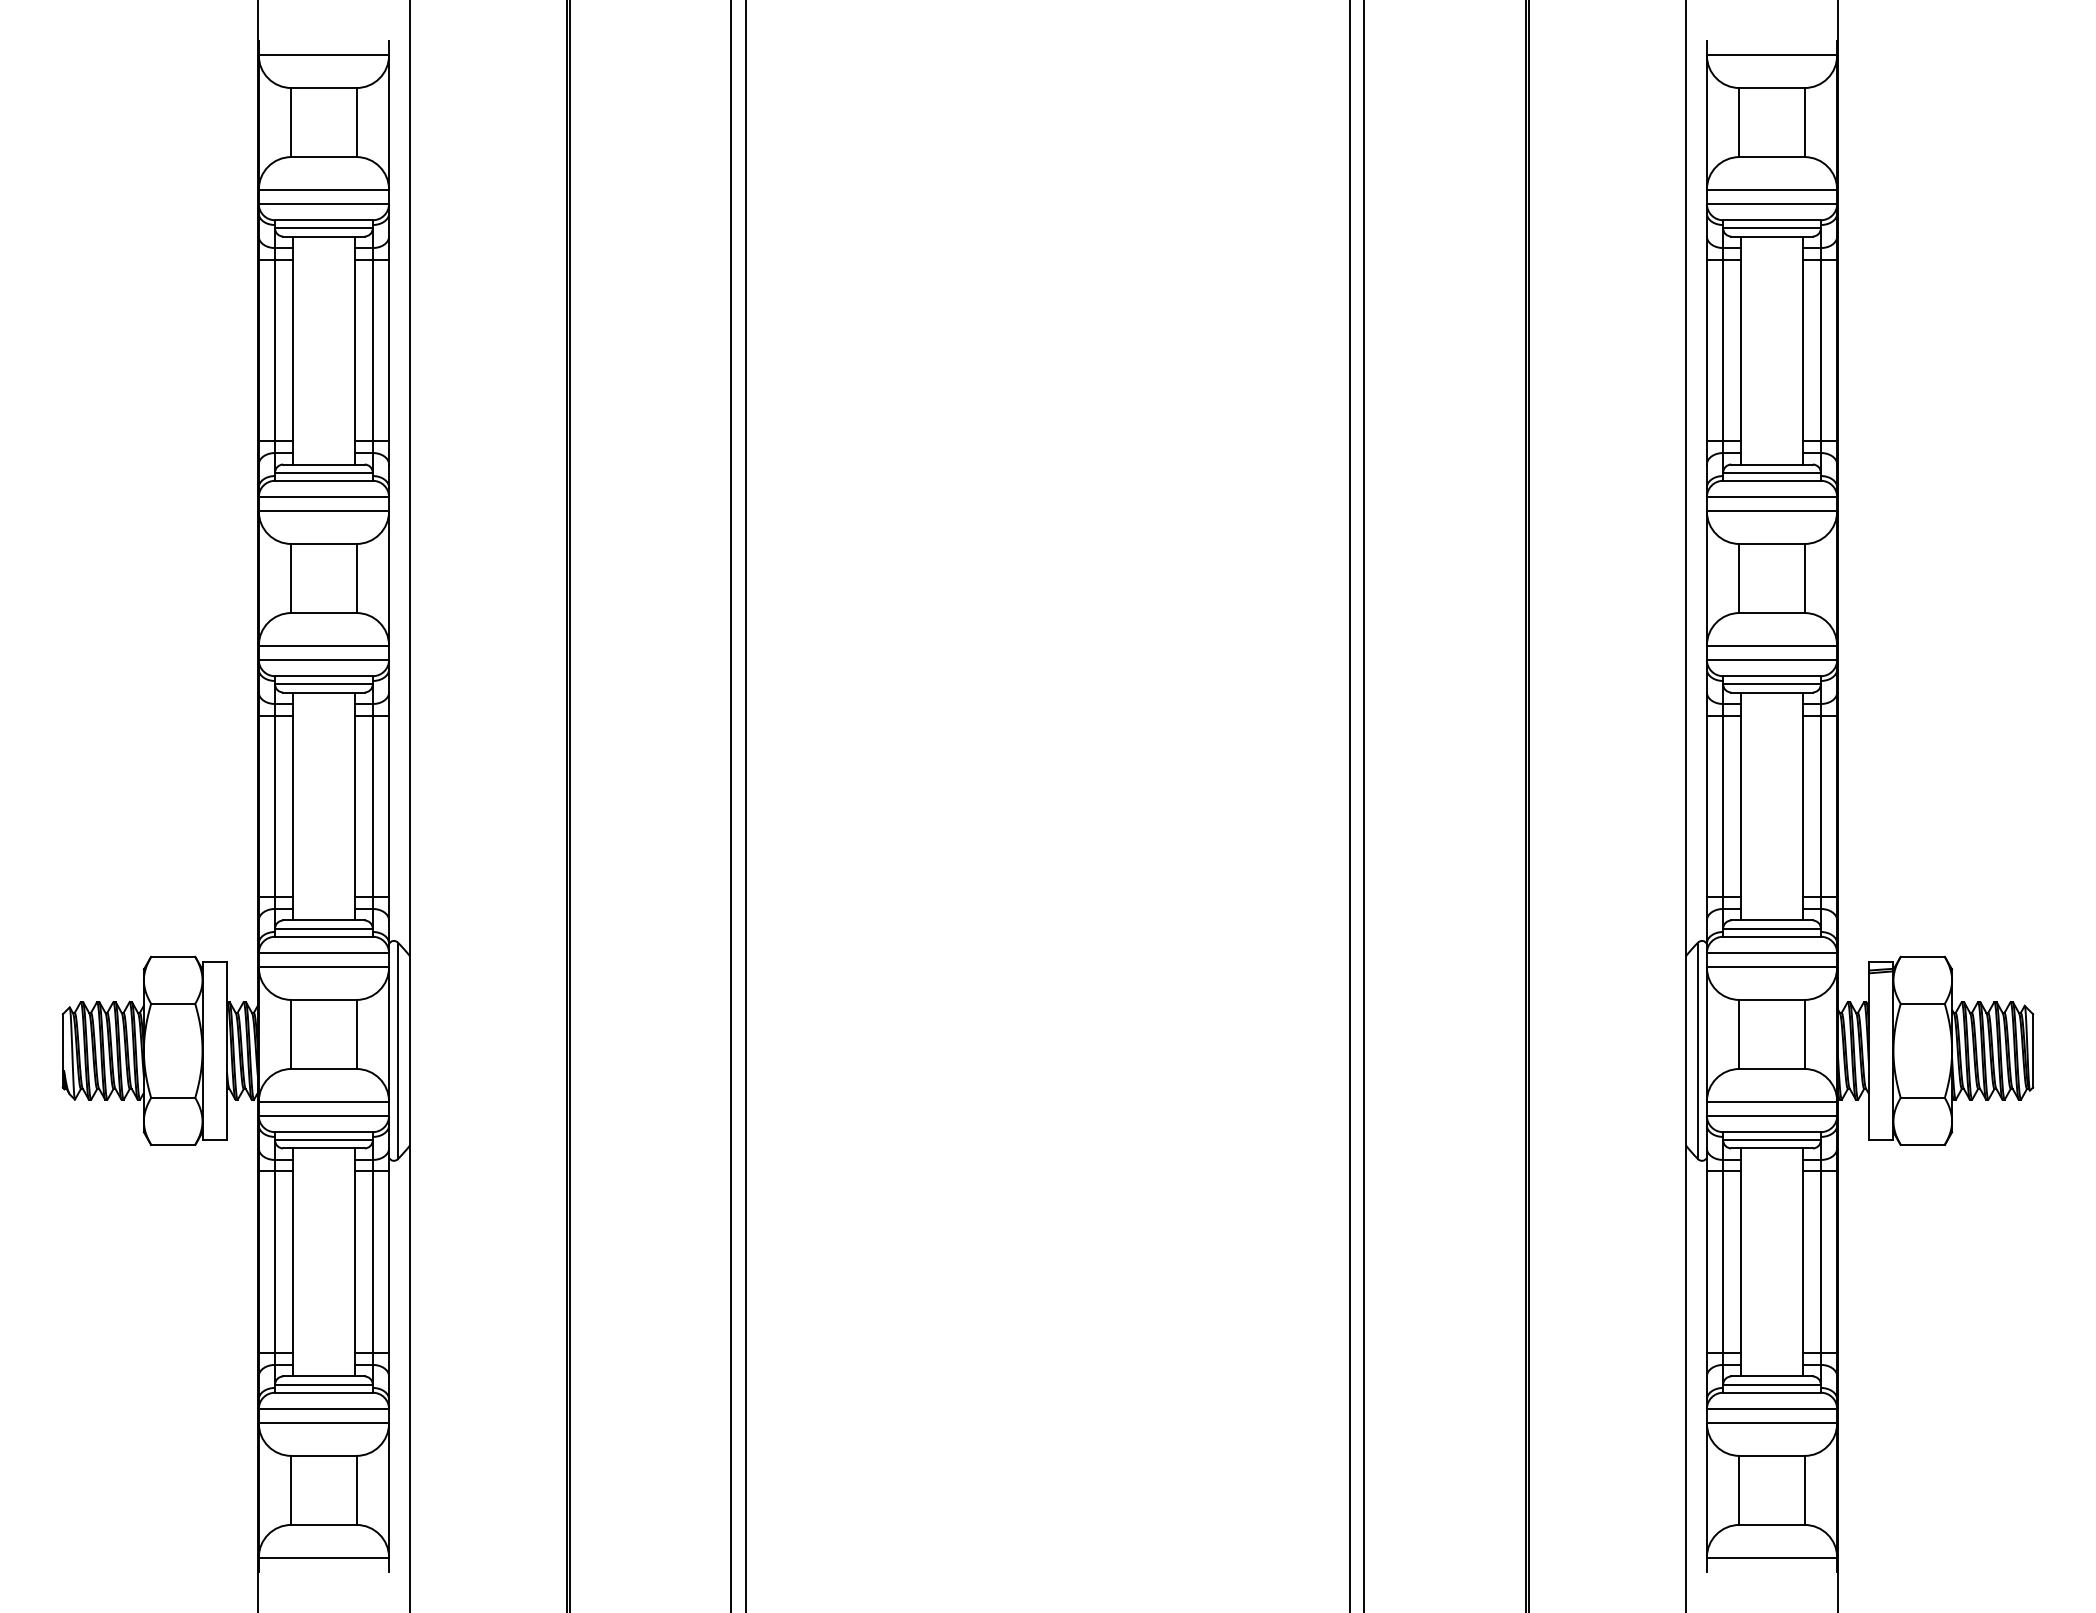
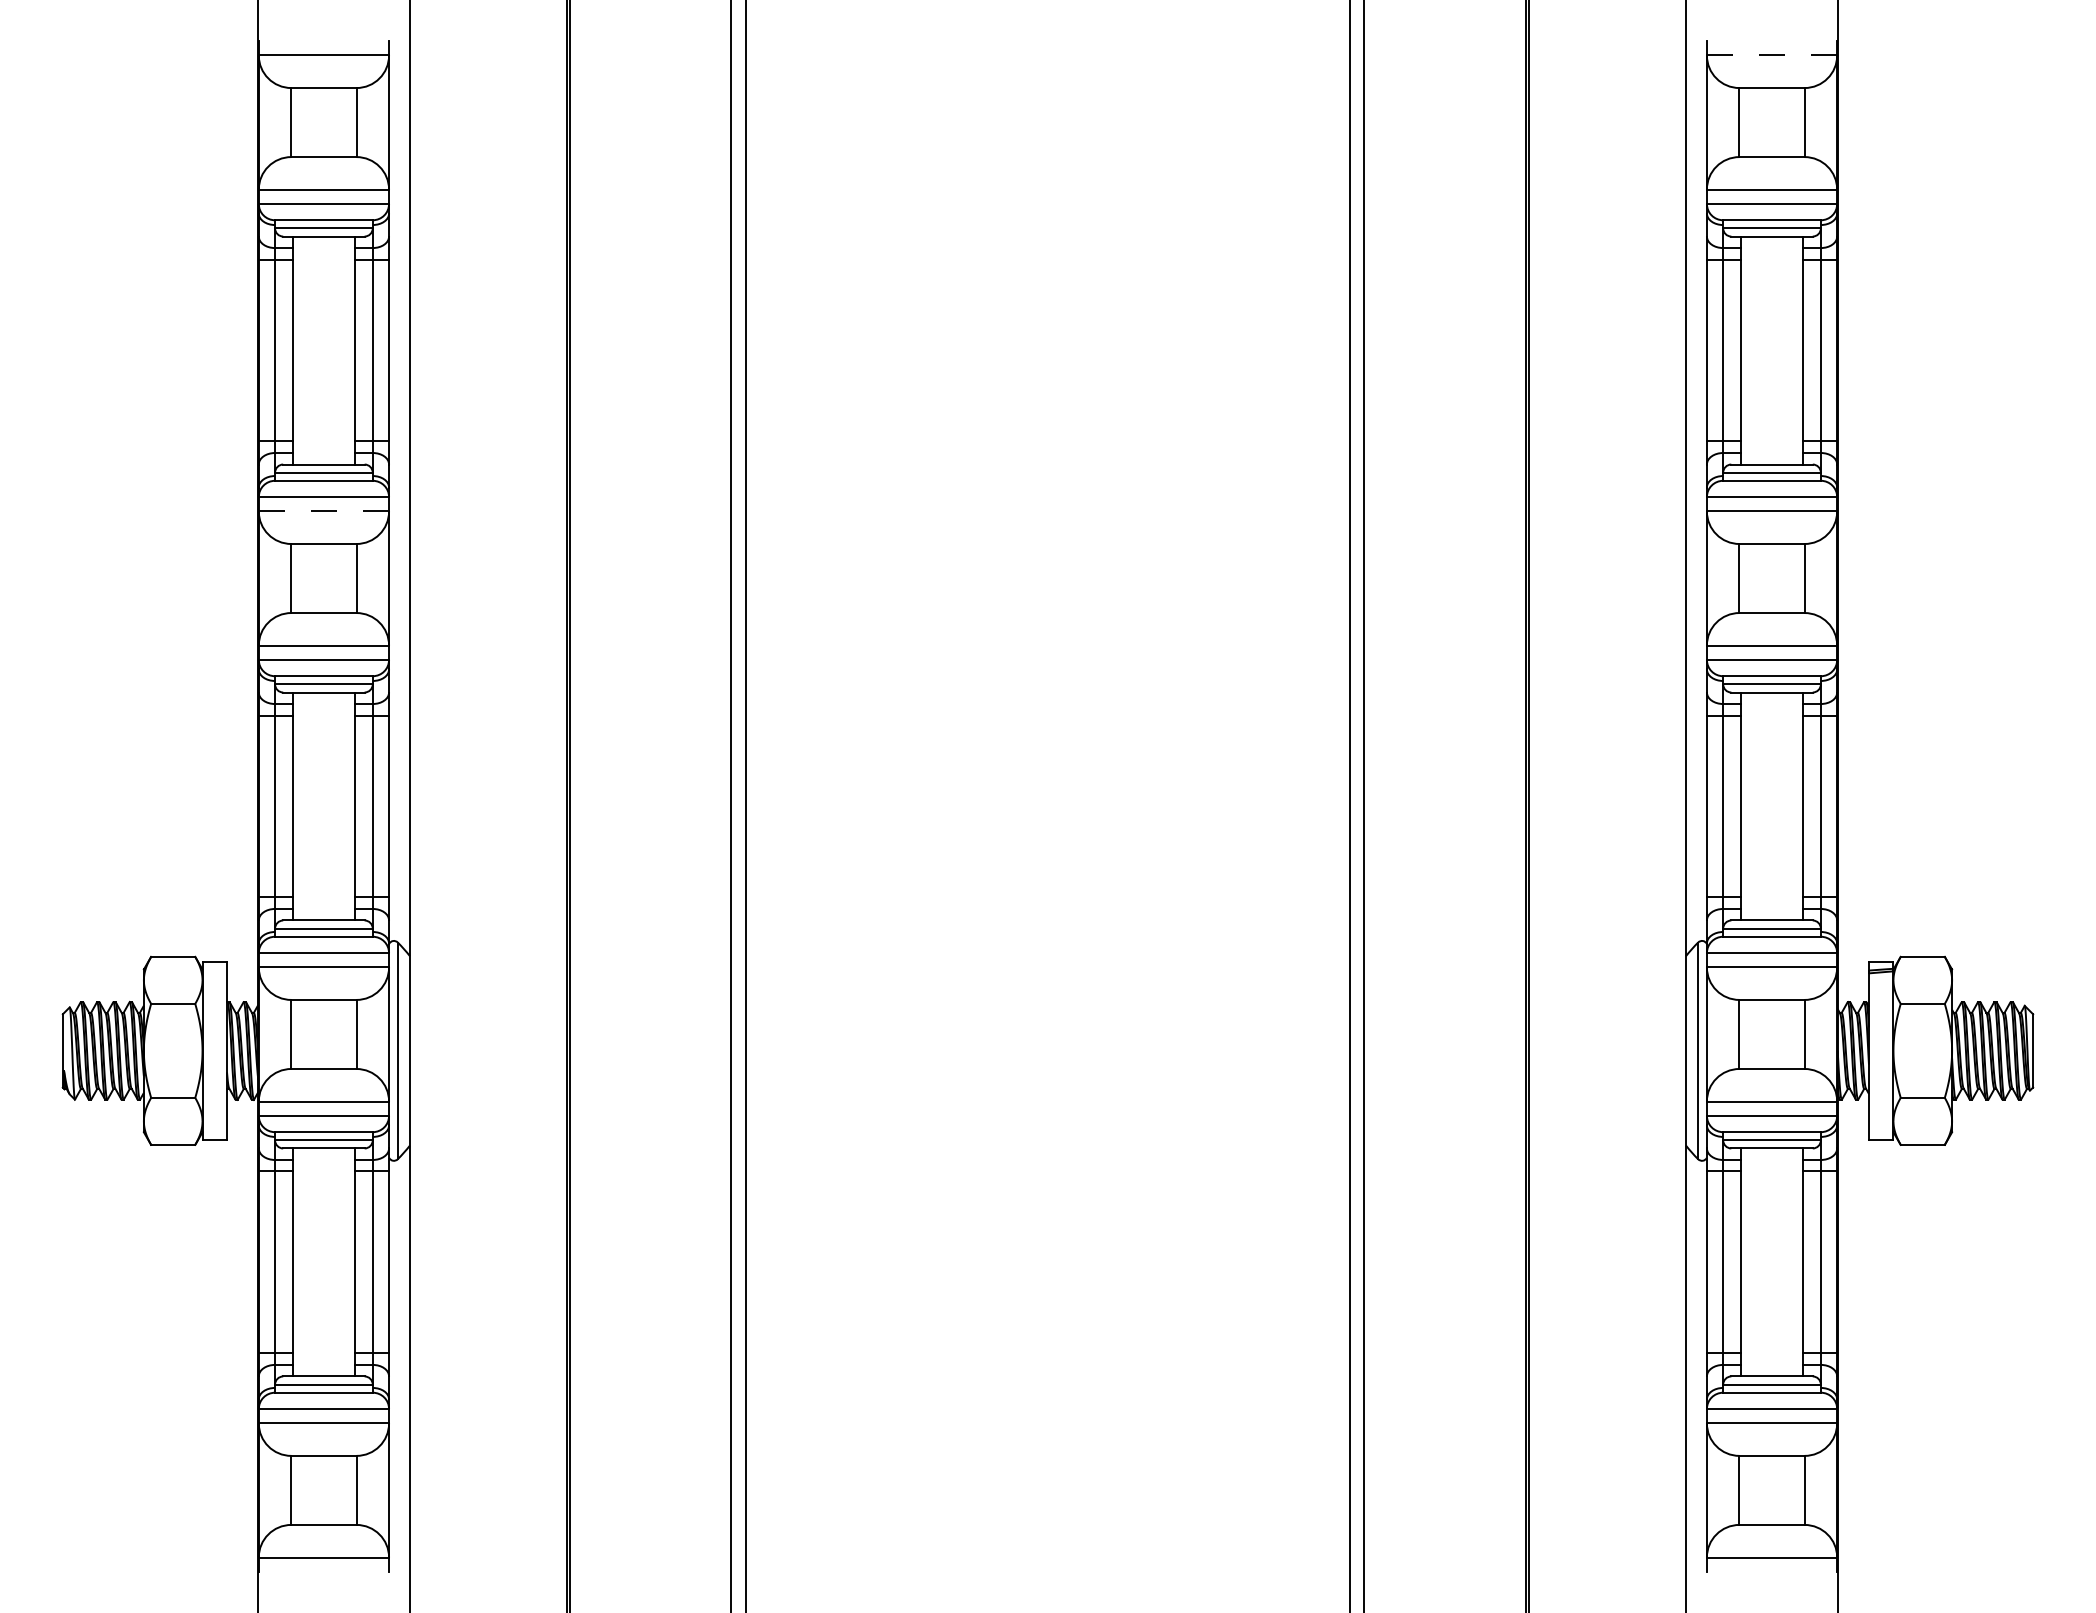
line at (1772, 55): solid -> dashed
line at (324, 511): solid -> dashed
